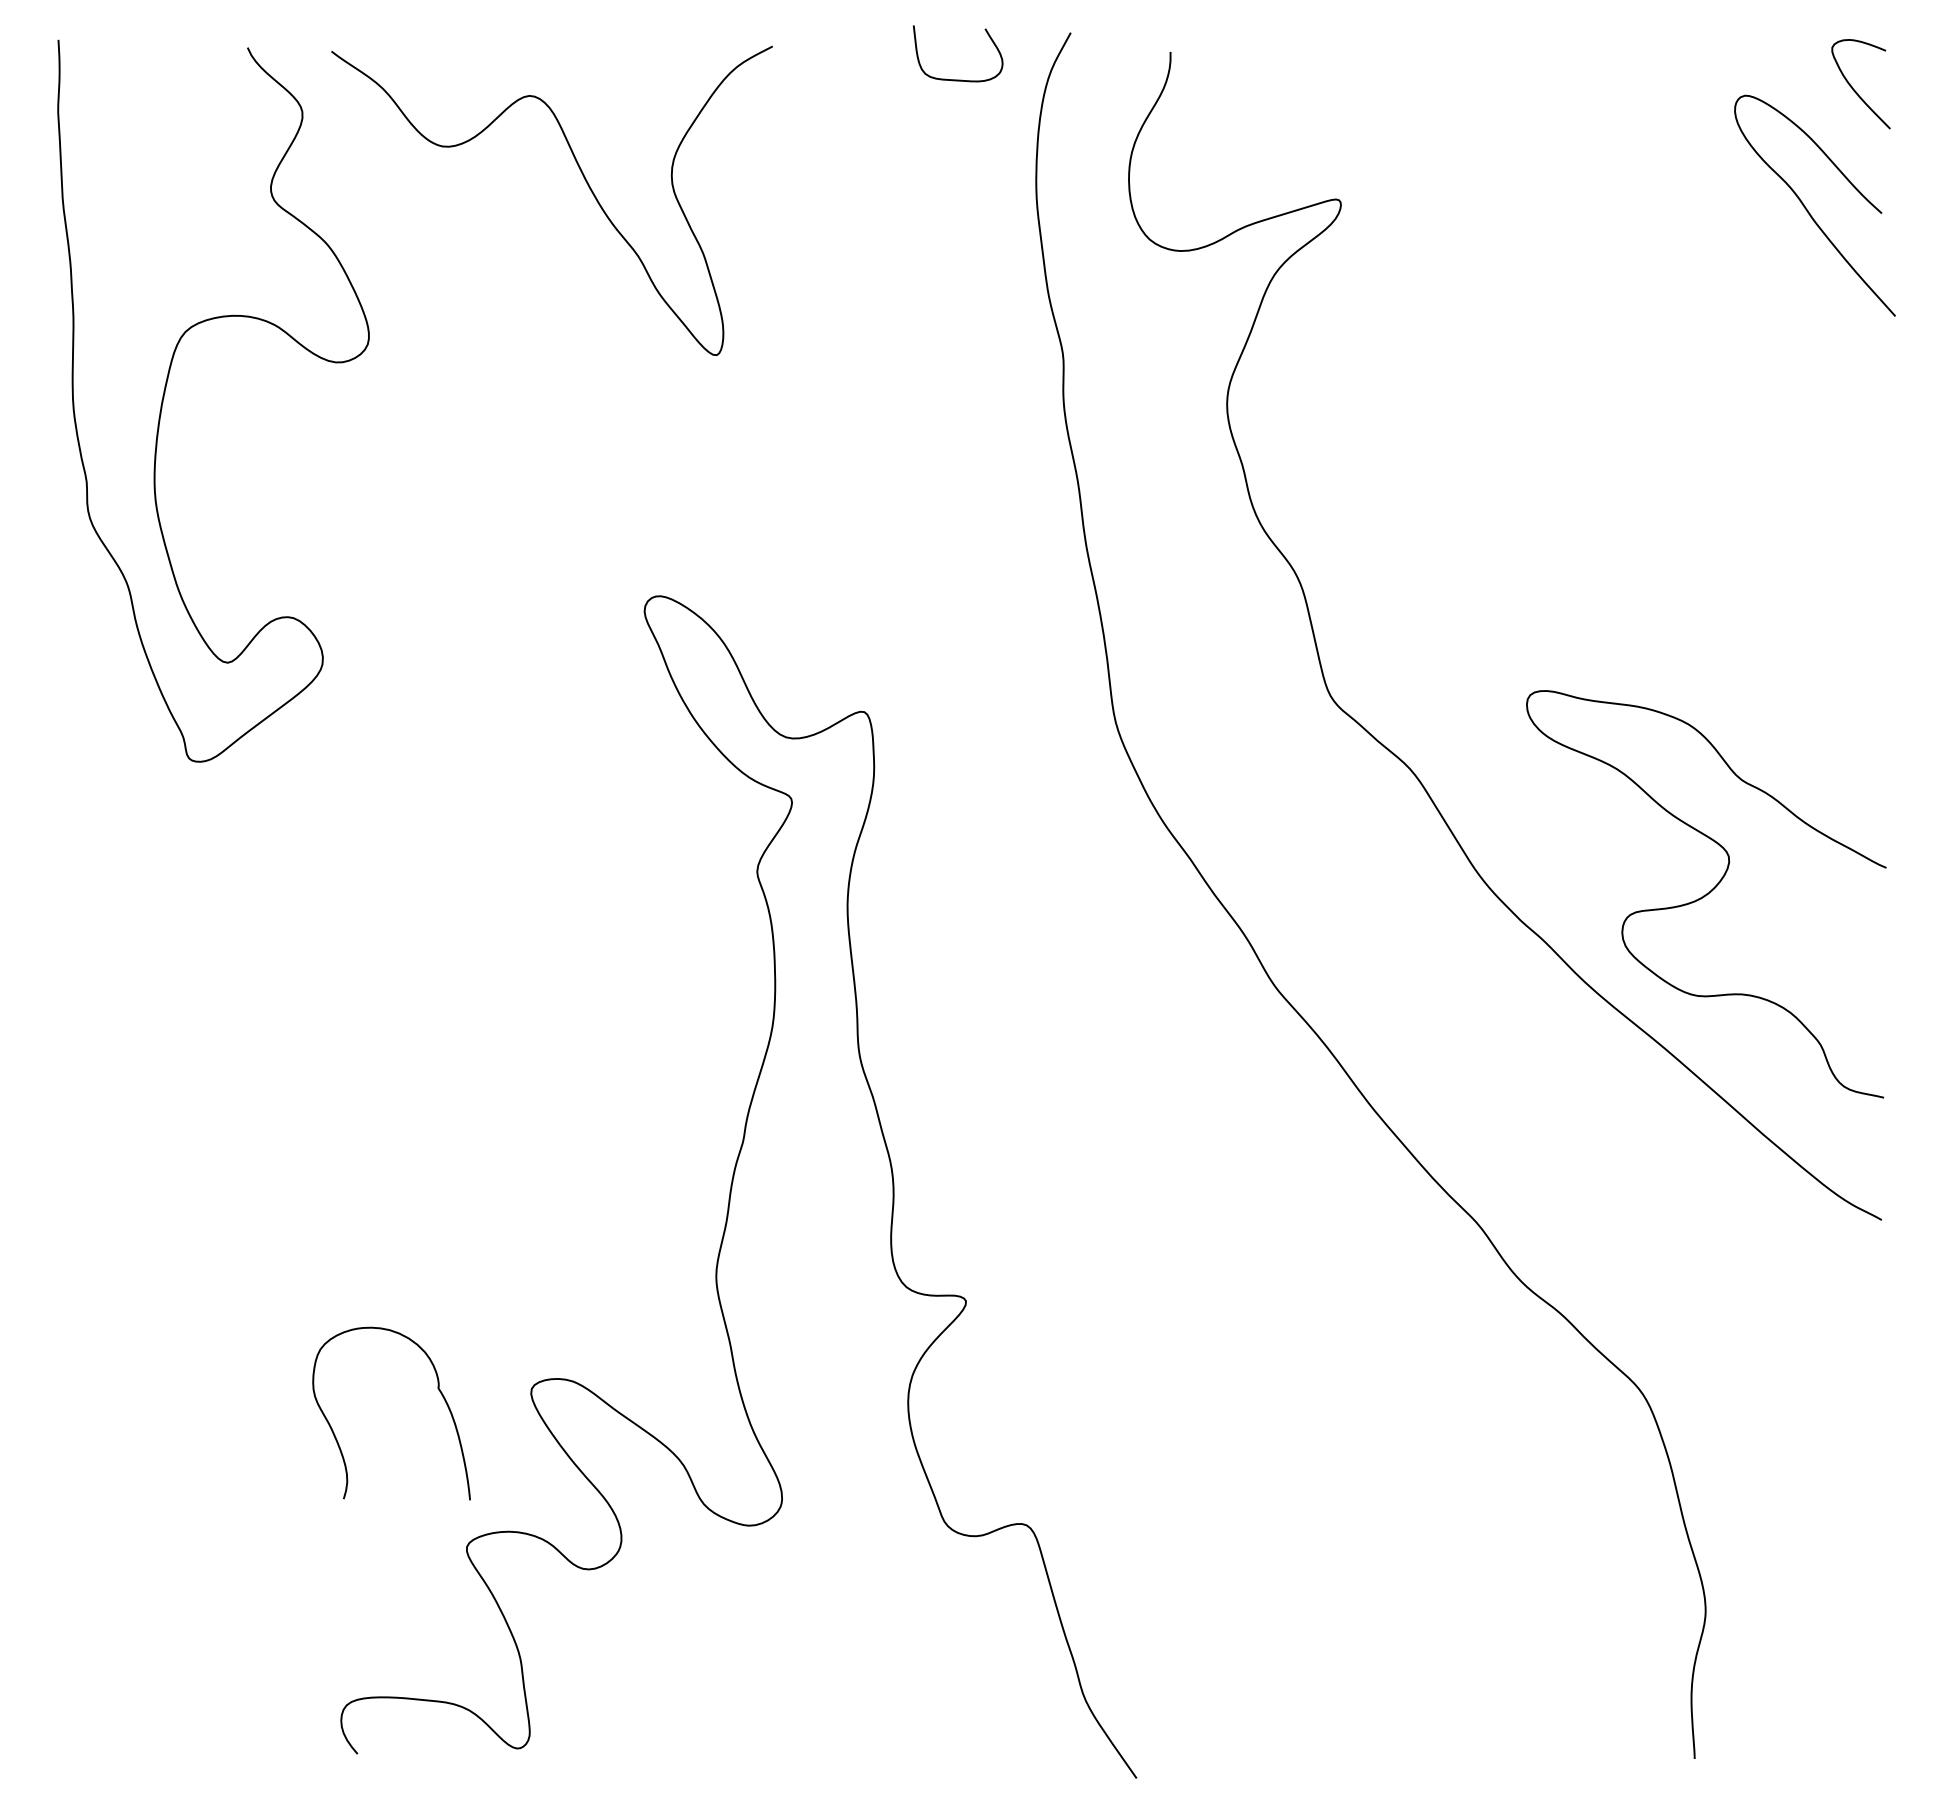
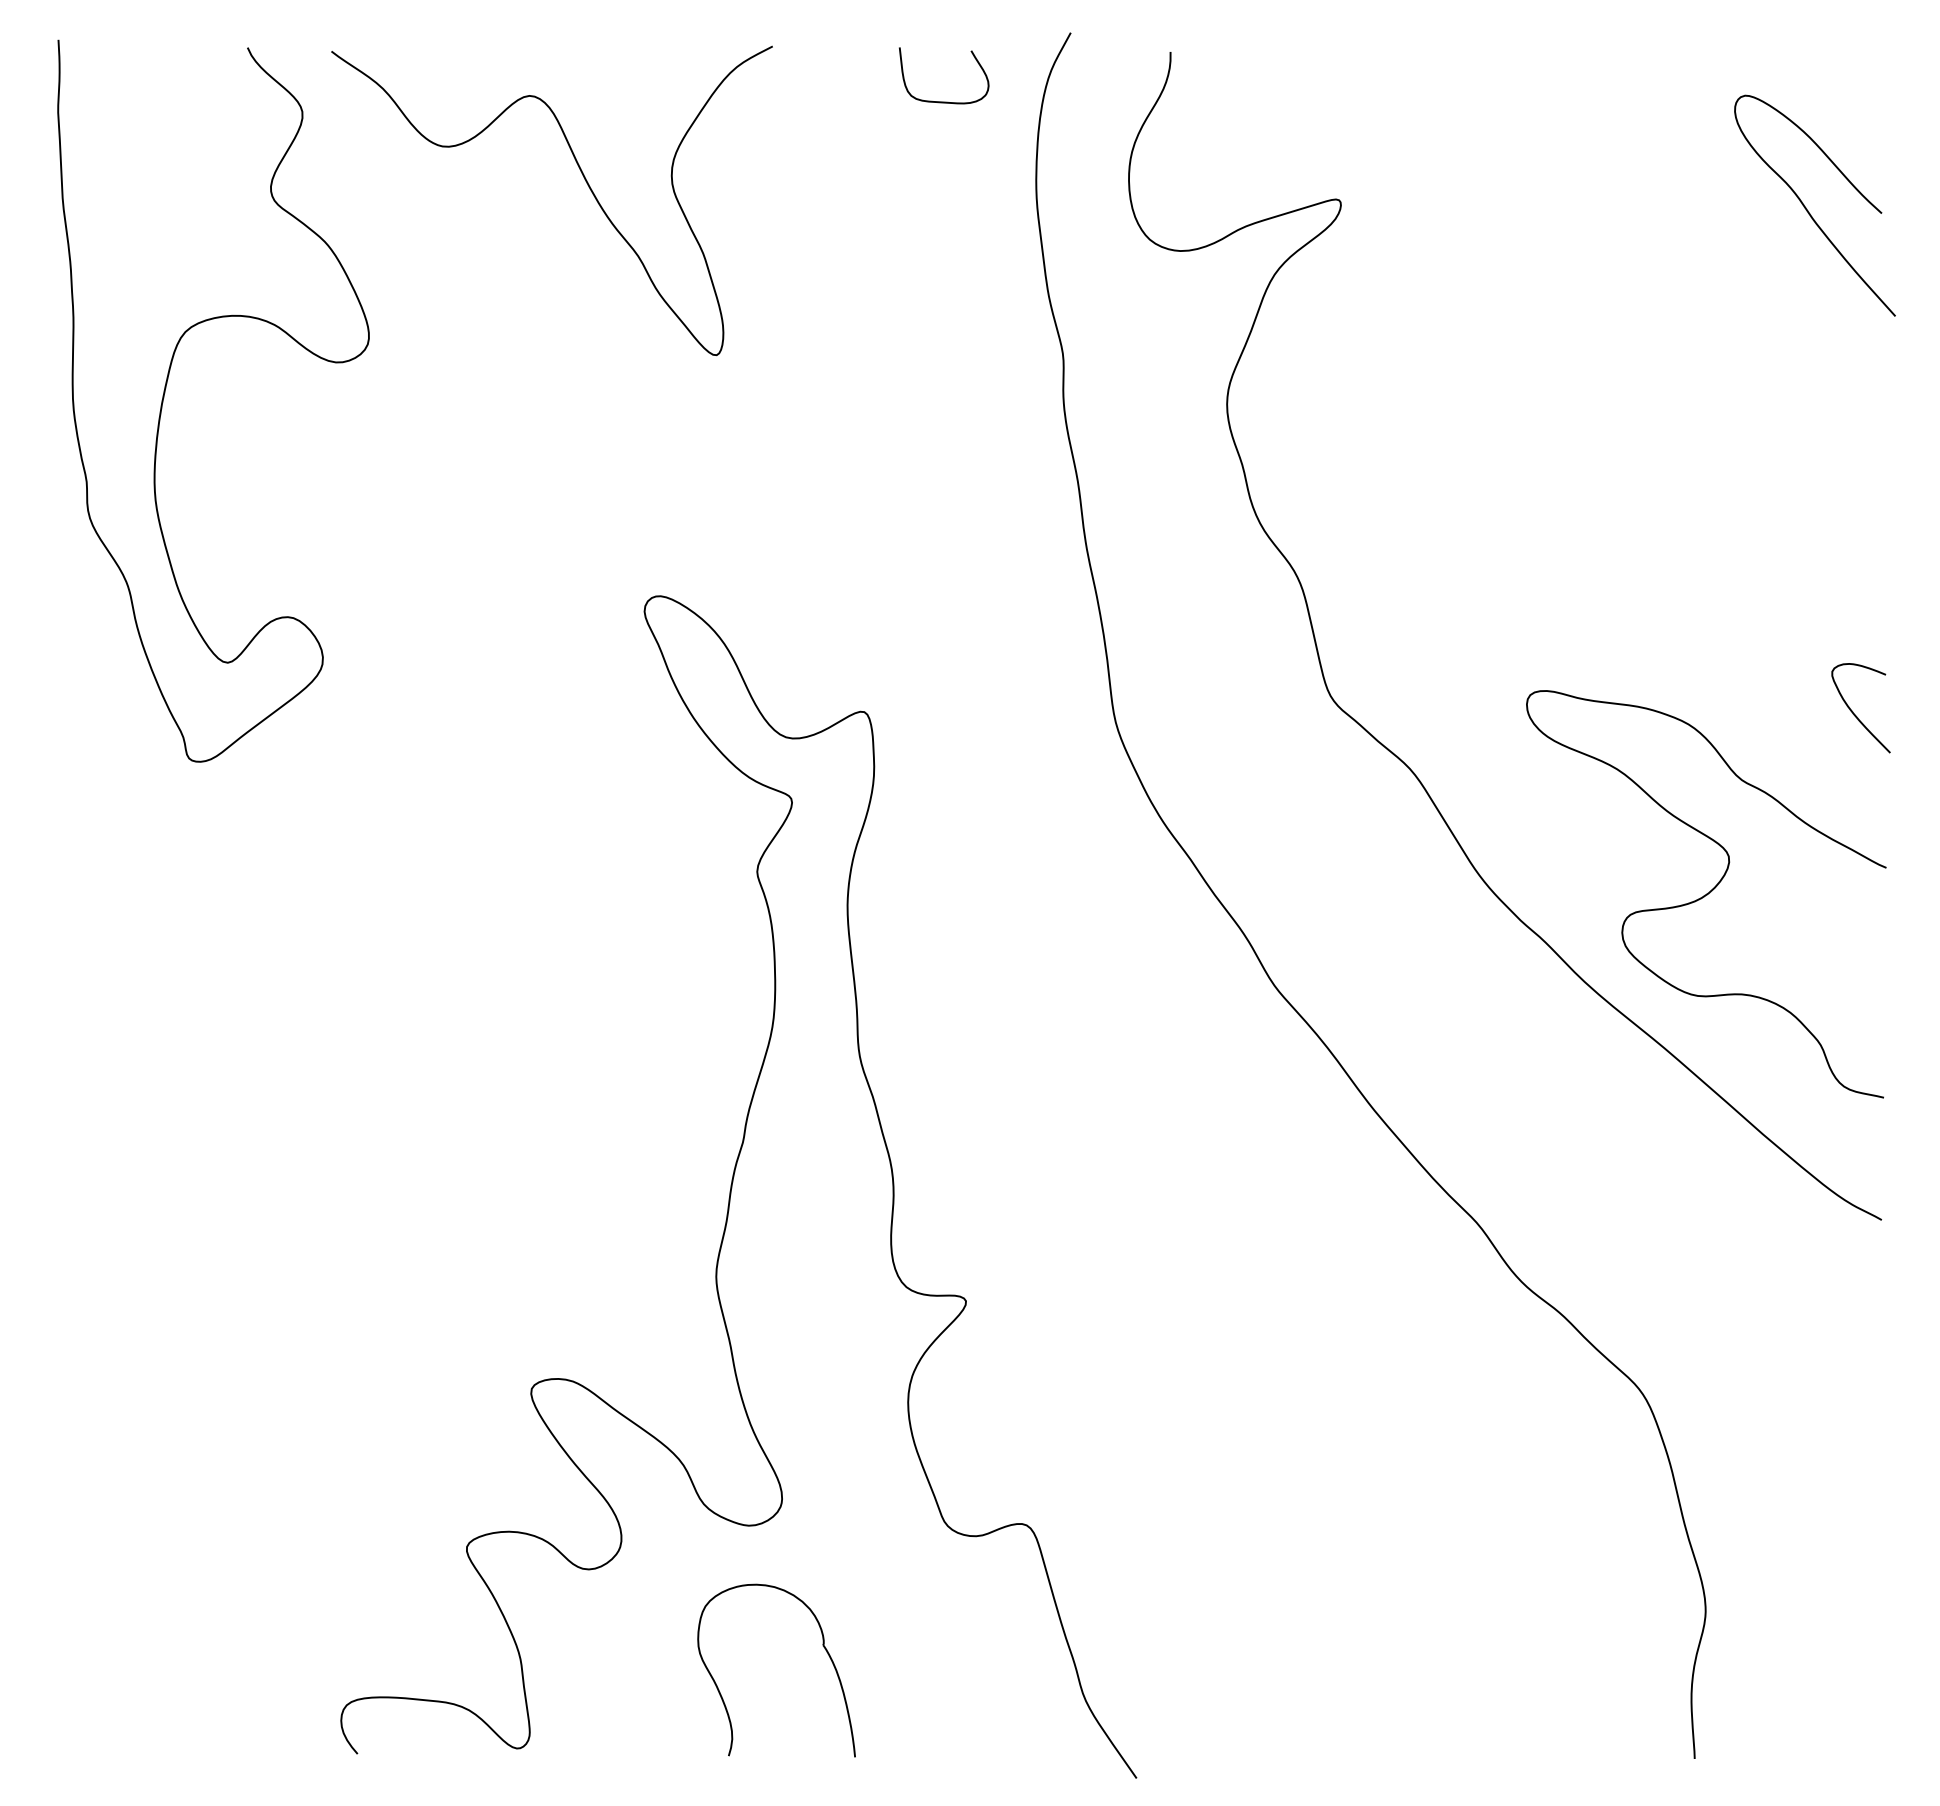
curve at (958, 79) position: (958, 79) -> (944, 101)
curve at (1853, 87) position: (1853, 87) -> (1853, 711)
part at (438, 1390) position: (438, 1390) -> (823, 1647)
